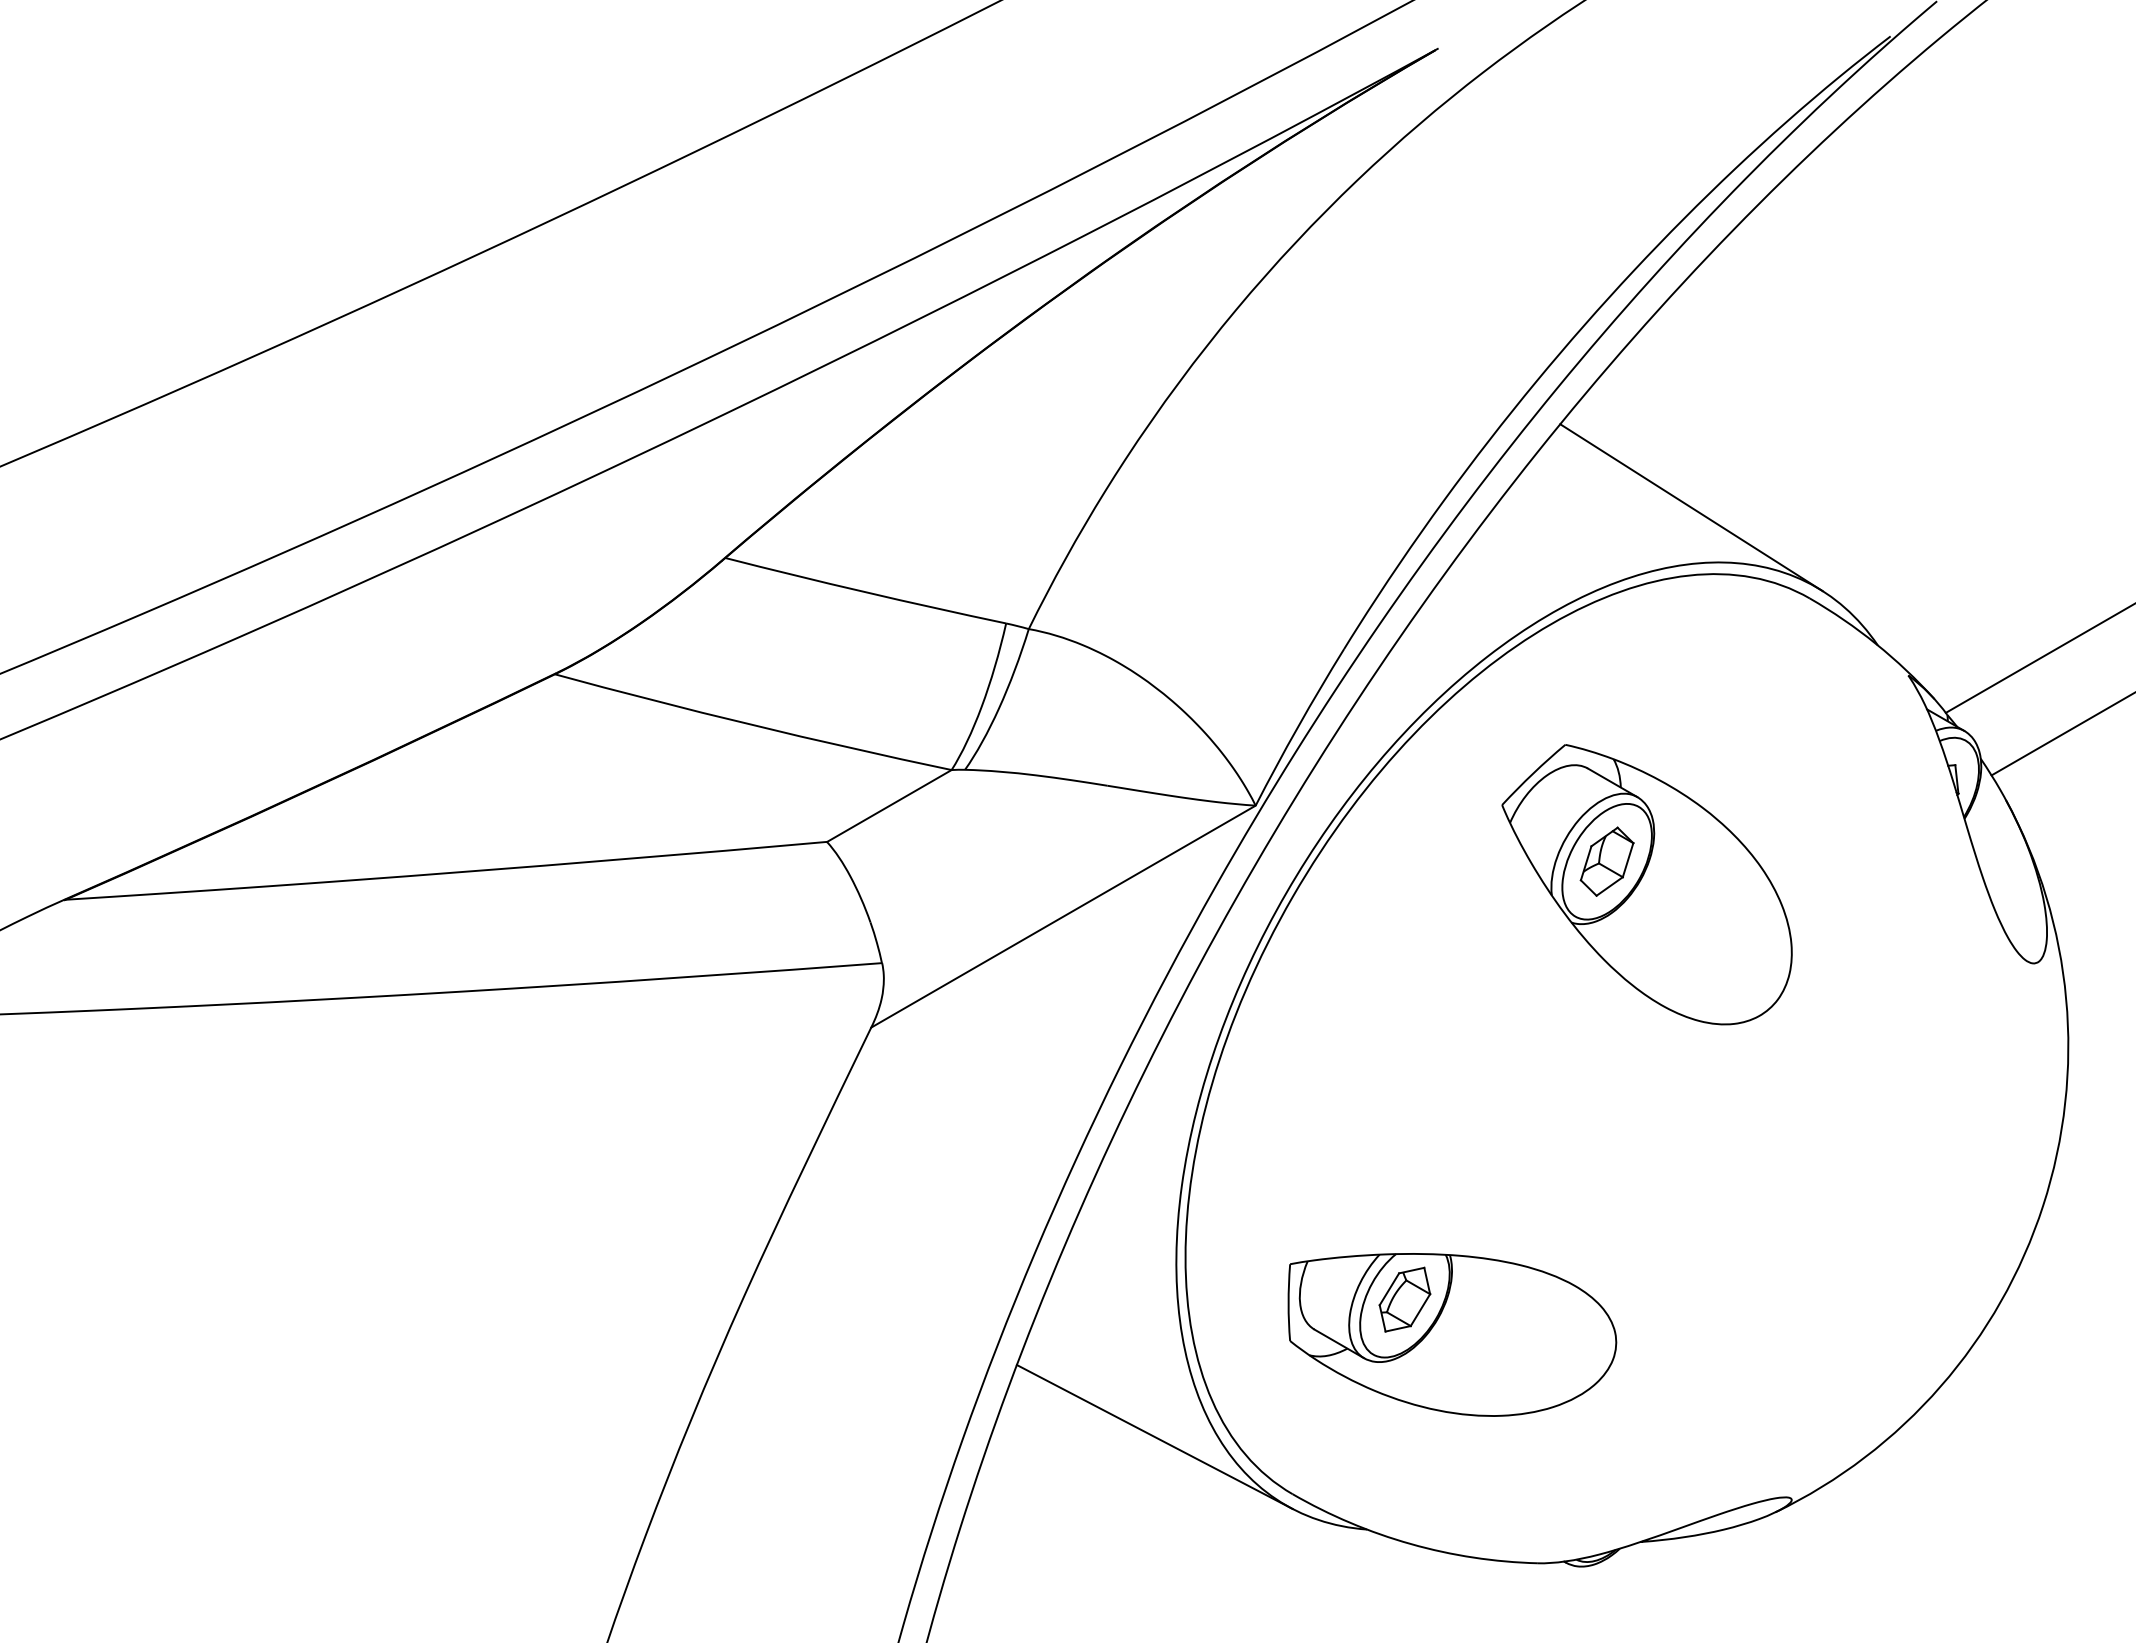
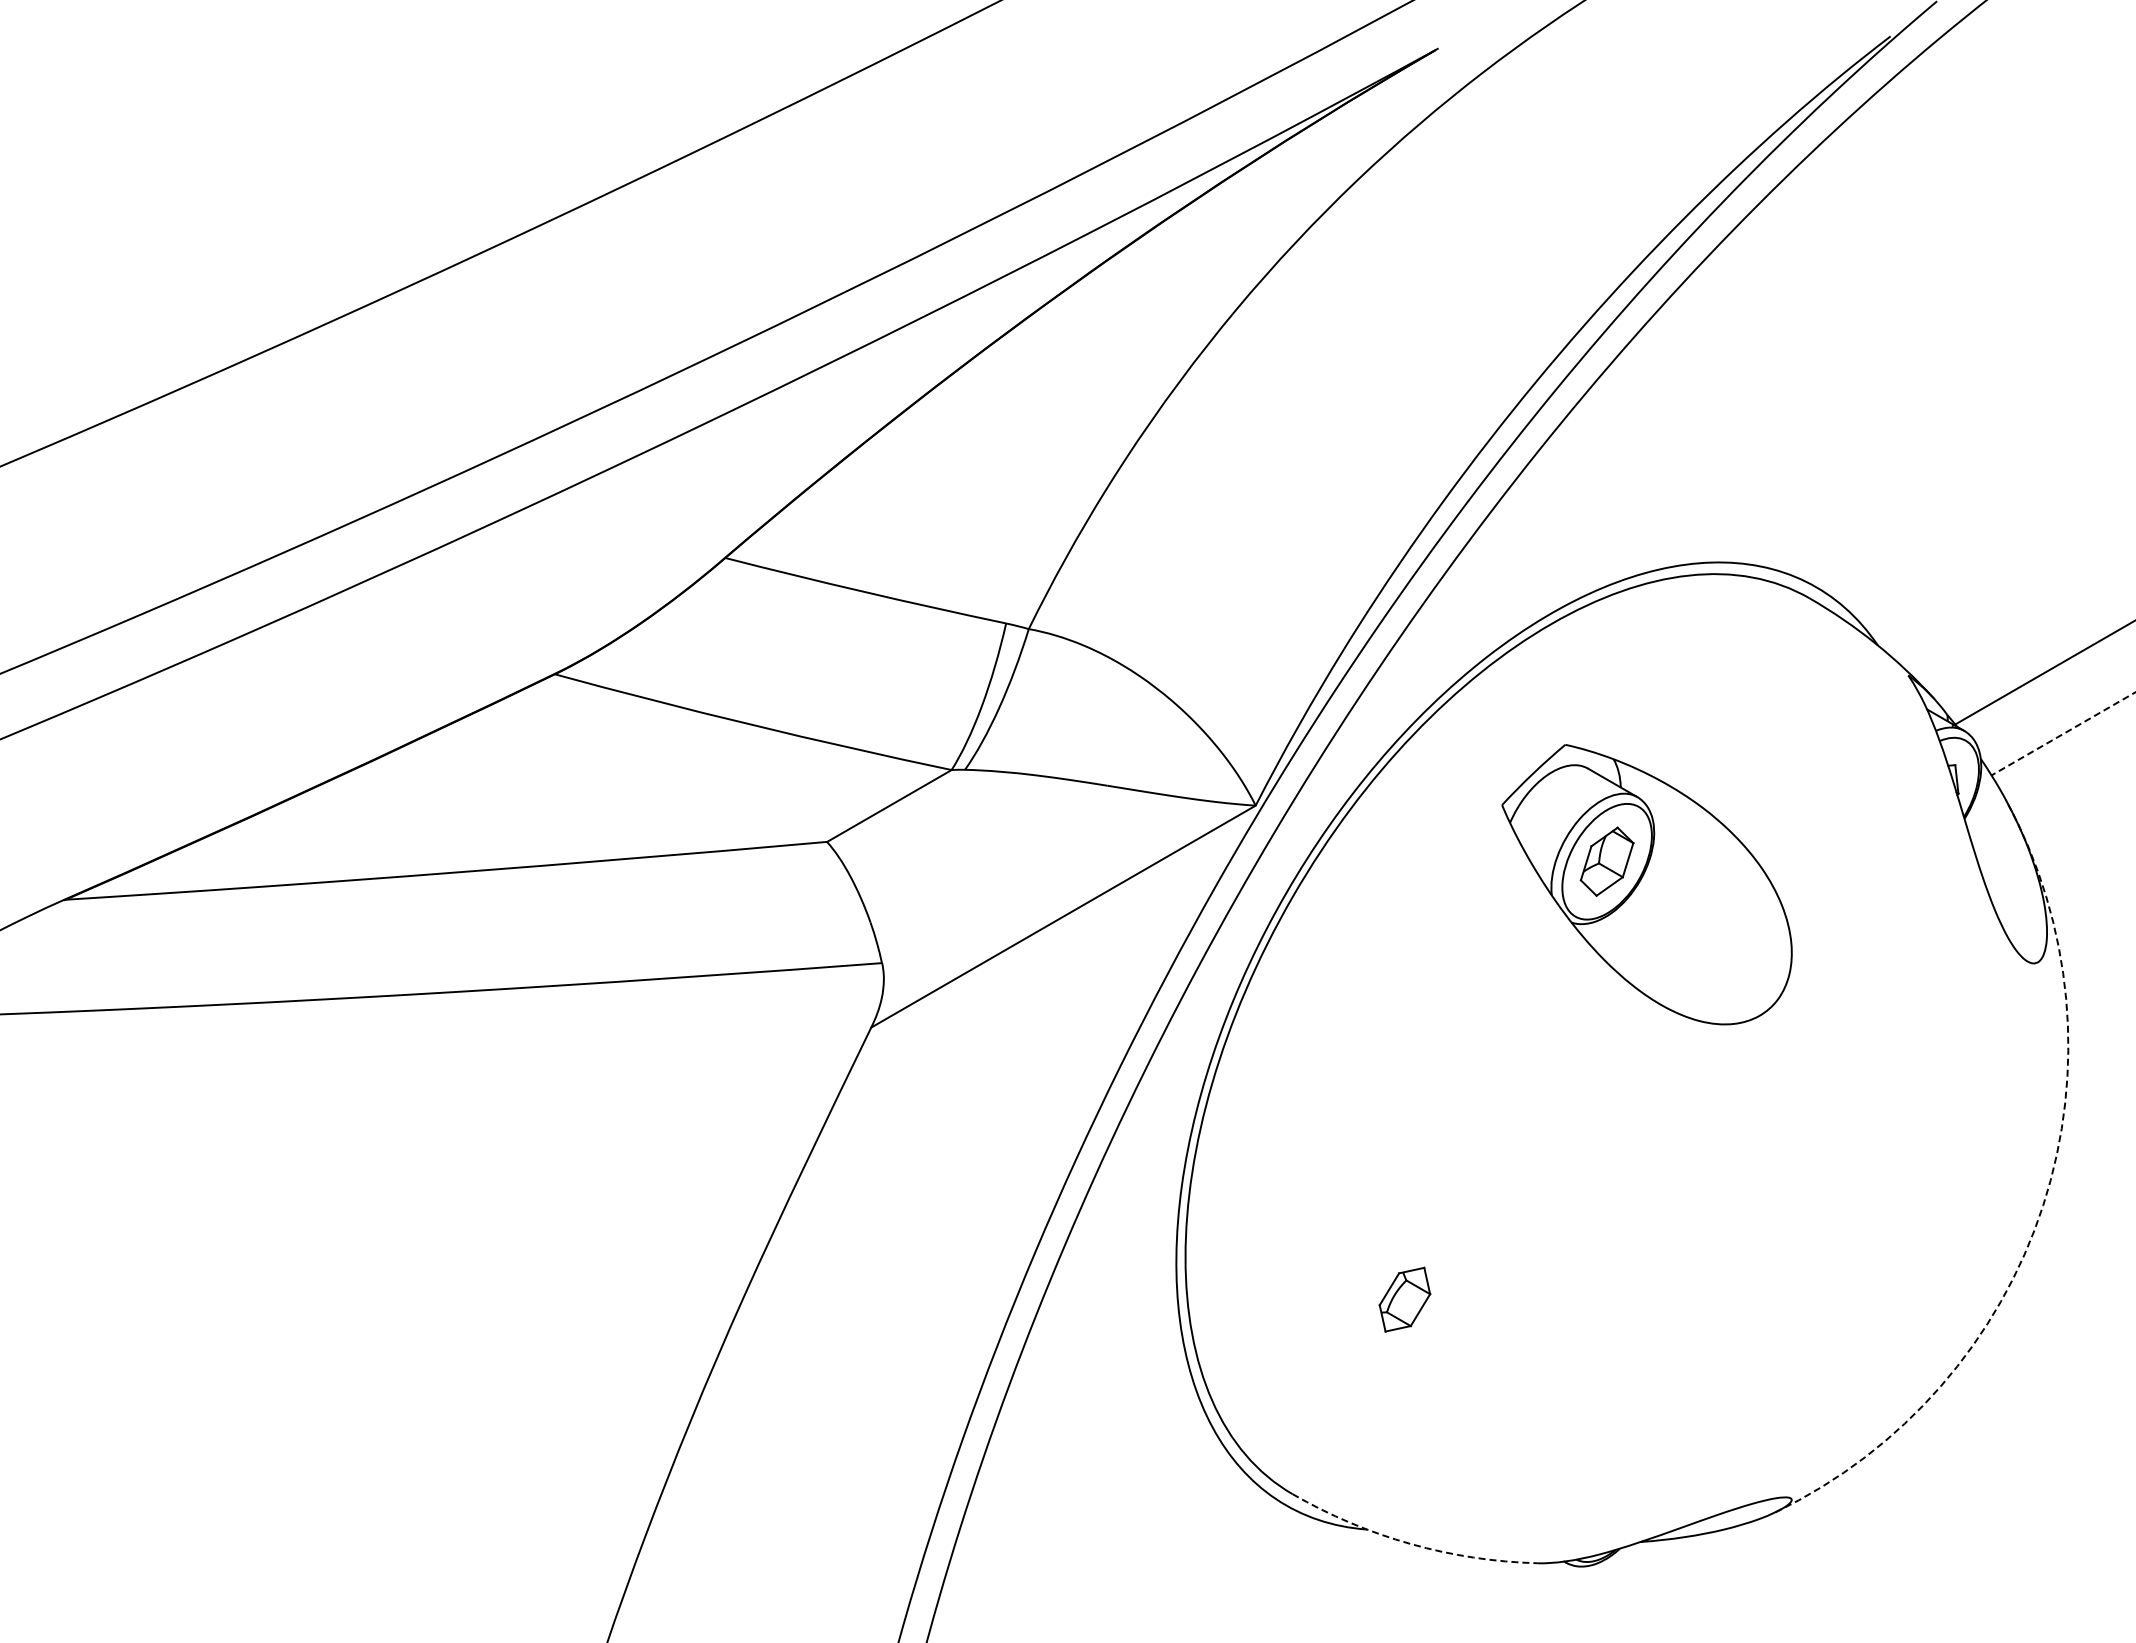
line at (1691, 507): present -> none
line at (2038, 658) position: (2038, 658) -> (2042, 673)
line at (2063, 733): solid -> dashed
arc at (2043, 1205): solid -> dashed
part at (1452, 1334): present -> none
line at (1154, 1436): present -> none
arc at (1410, 1544): solid -> dashed
